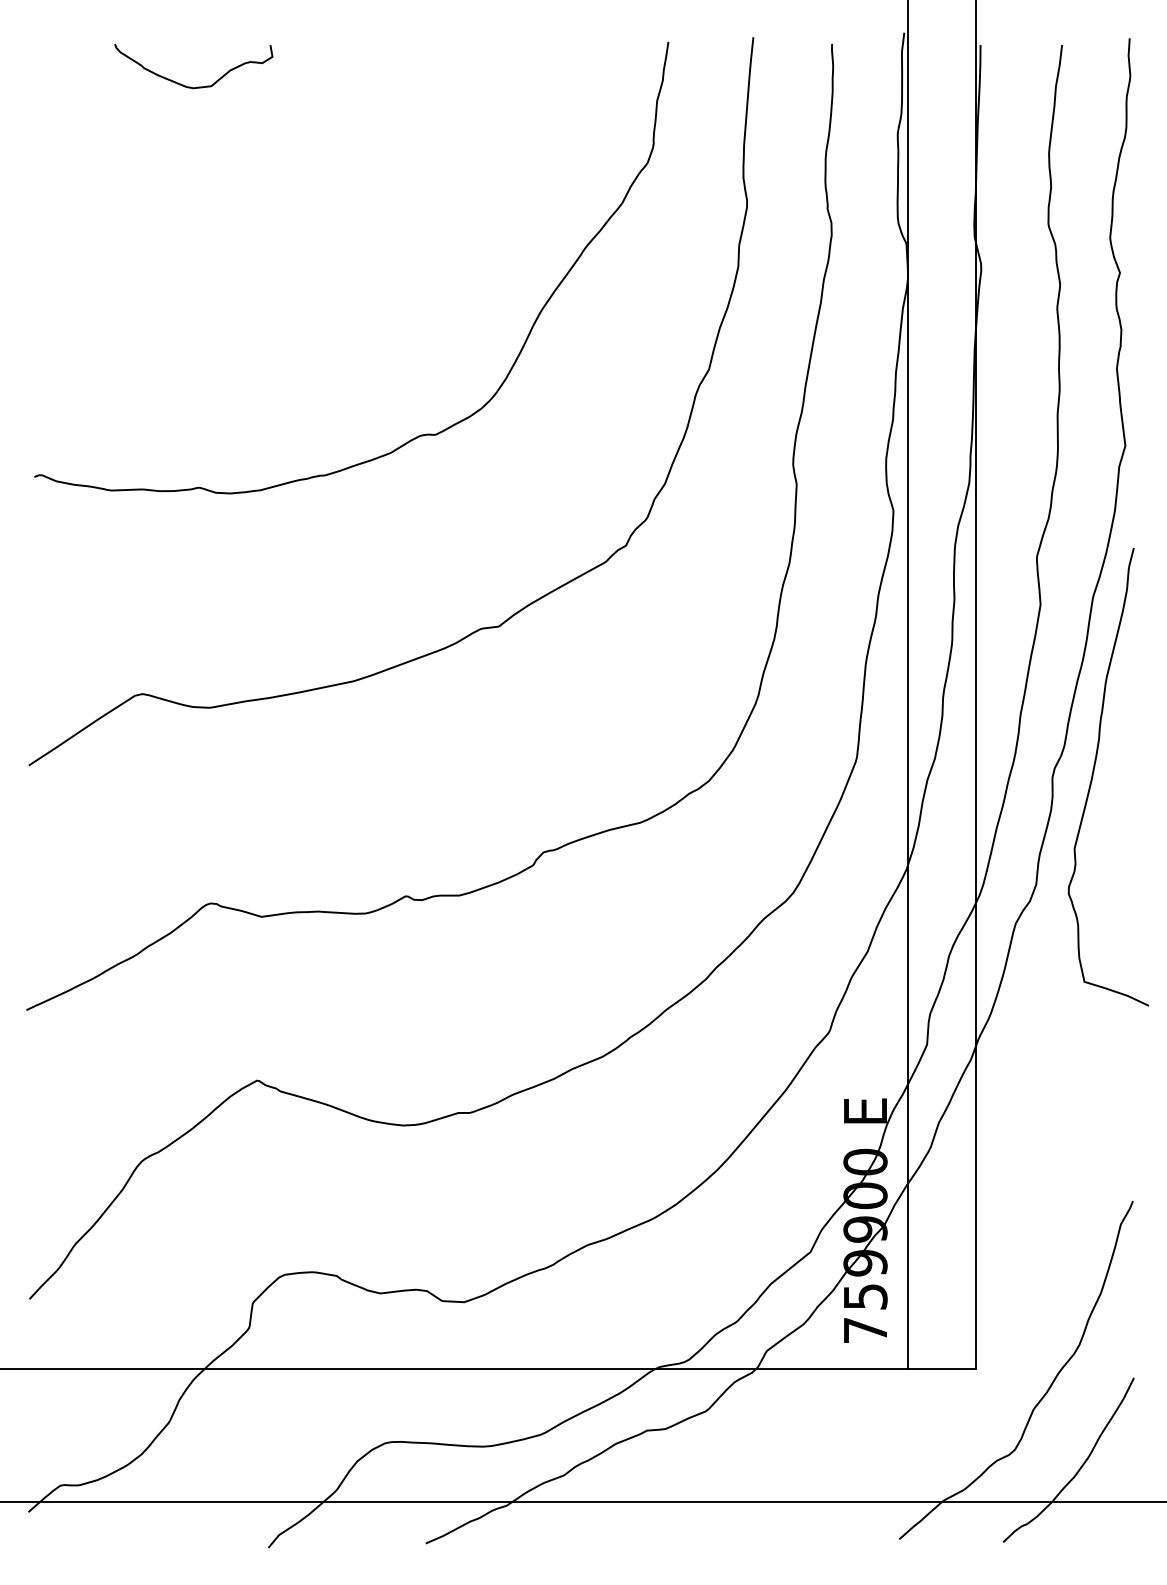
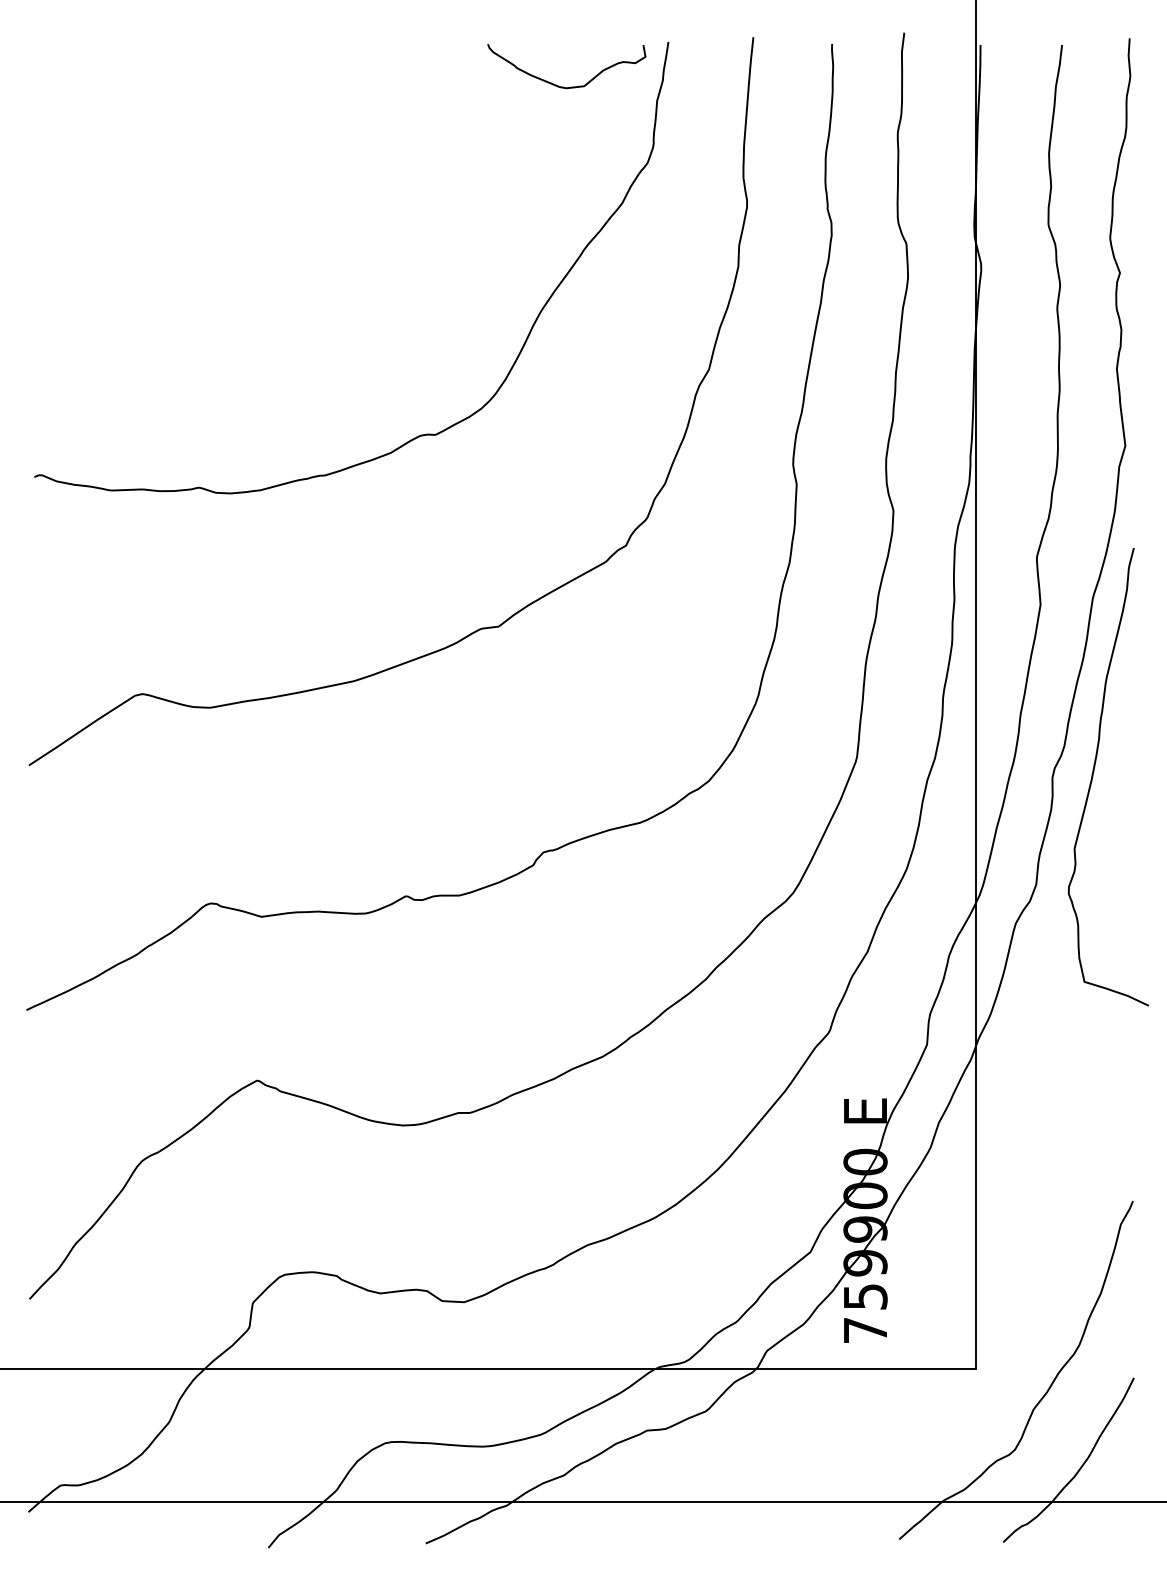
curve at (190, 86) position: (190, 86) -> (563, 86)
line at (908, 685): present -> none
